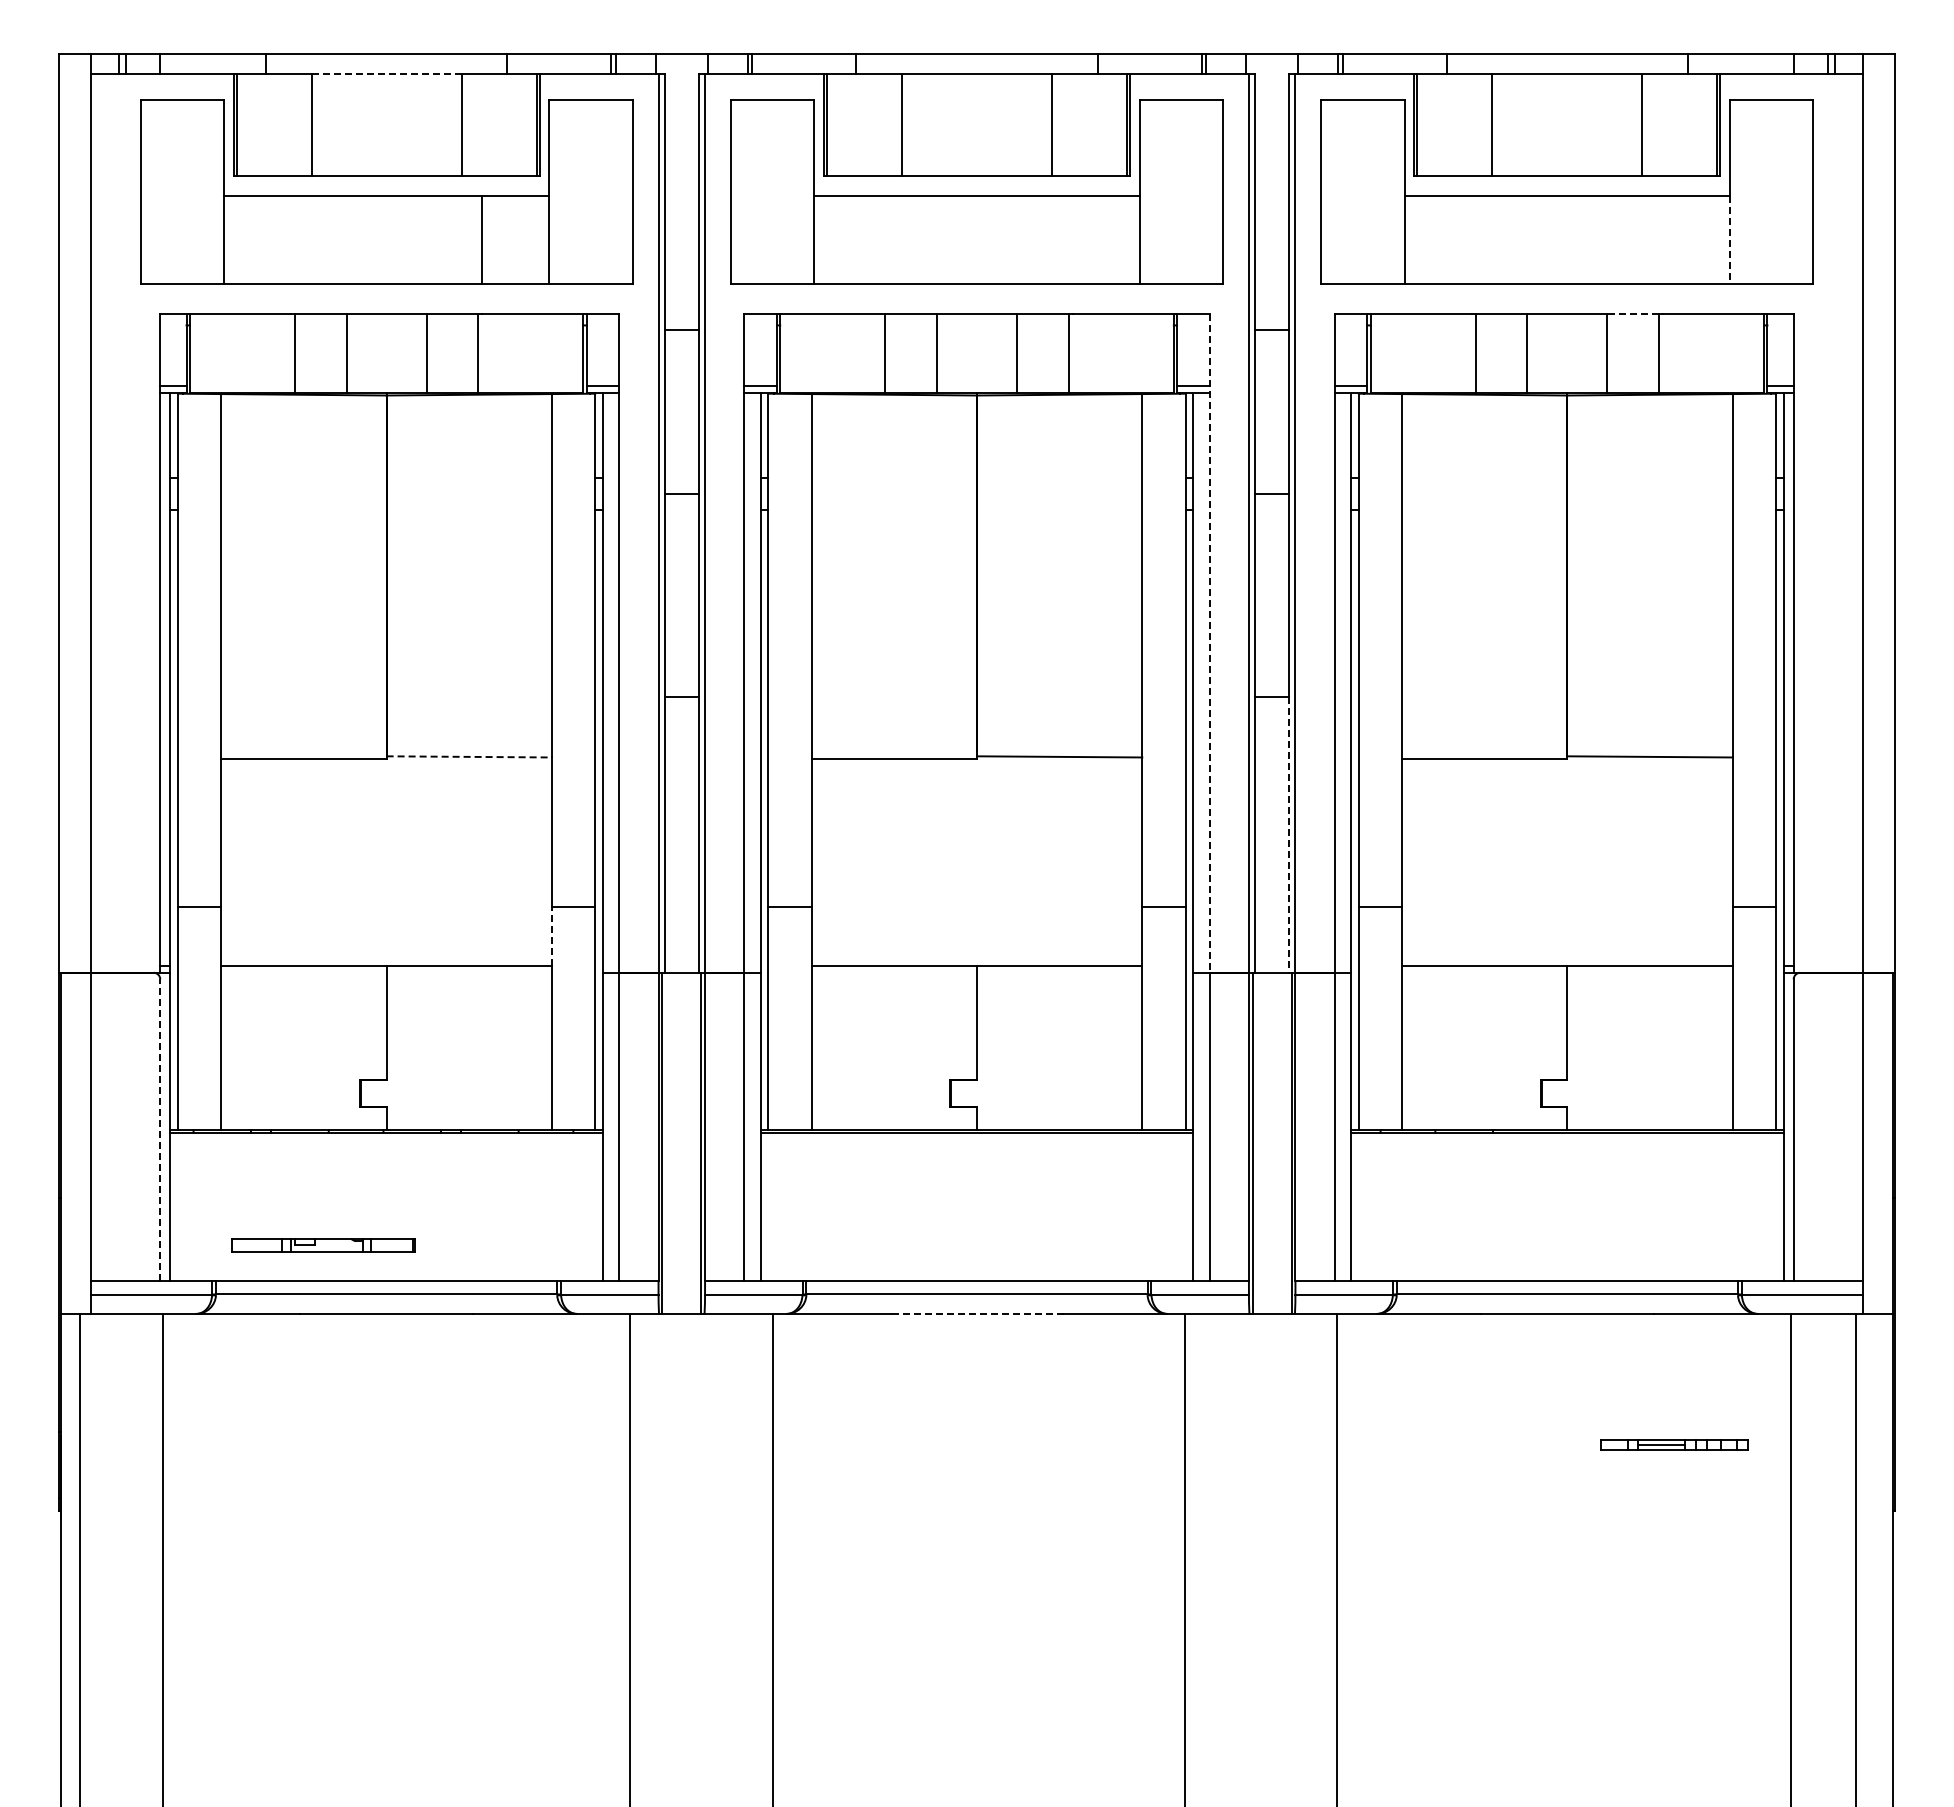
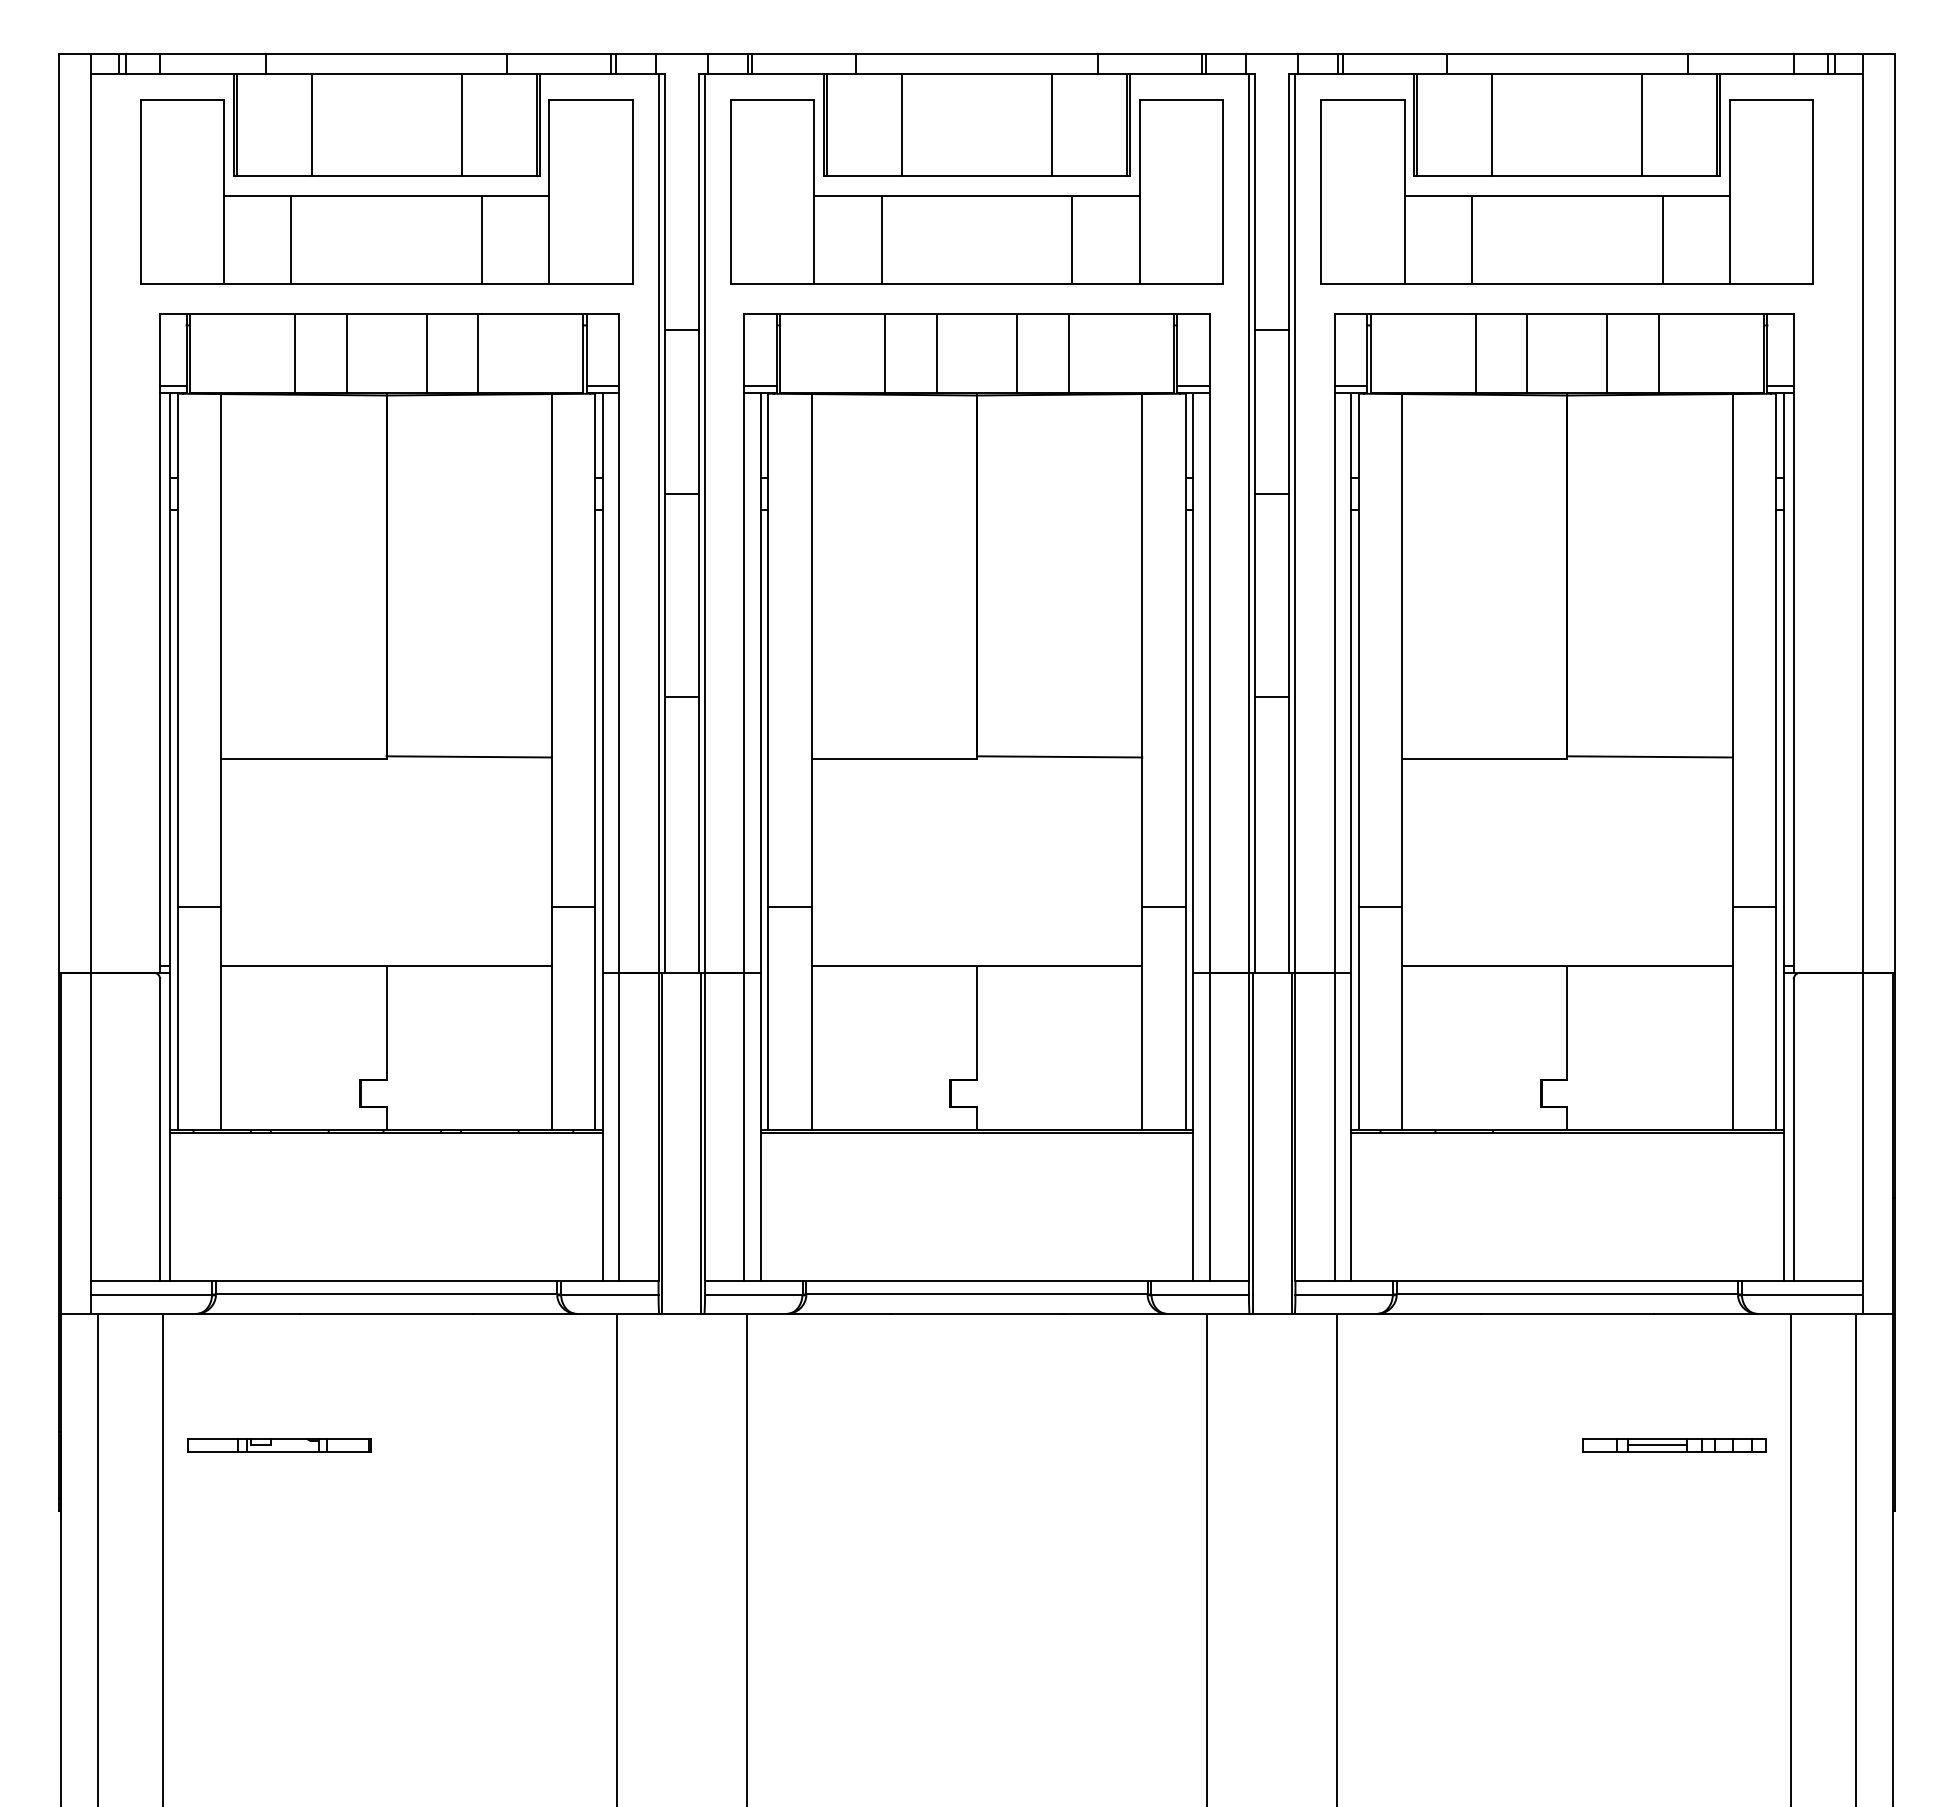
line at (386, 74): dashed -> solid
line at (291, 240): none -> present
line at (881, 240): none -> present
line at (1072, 240): none -> present
line at (1471, 240): none -> present
line at (1662, 240): none -> present
line at (1730, 240): dashed -> solid
line at (1633, 314): dashed -> solid
line at (1209, 643): dashed -> solid
line at (469, 756): dashed -> solid
line at (1289, 835): dashed -> solid
line at (551, 936): dashed -> solid
line at (160, 1130): dashed -> solid
part at (323, 1245) position: (323, 1245) -> (279, 1445)
line at (976, 1313): dashed -> solid
part at (1674, 1444) size: 149x12 px -> 185x15 px
line at (79, 1558) position: (79, 1558) -> (97, 1558)
line at (629, 1558) position: (629, 1558) -> (616, 1558)
line at (773, 1558) position: (773, 1558) -> (747, 1558)
line at (1184, 1558) position: (1184, 1558) -> (1206, 1558)
